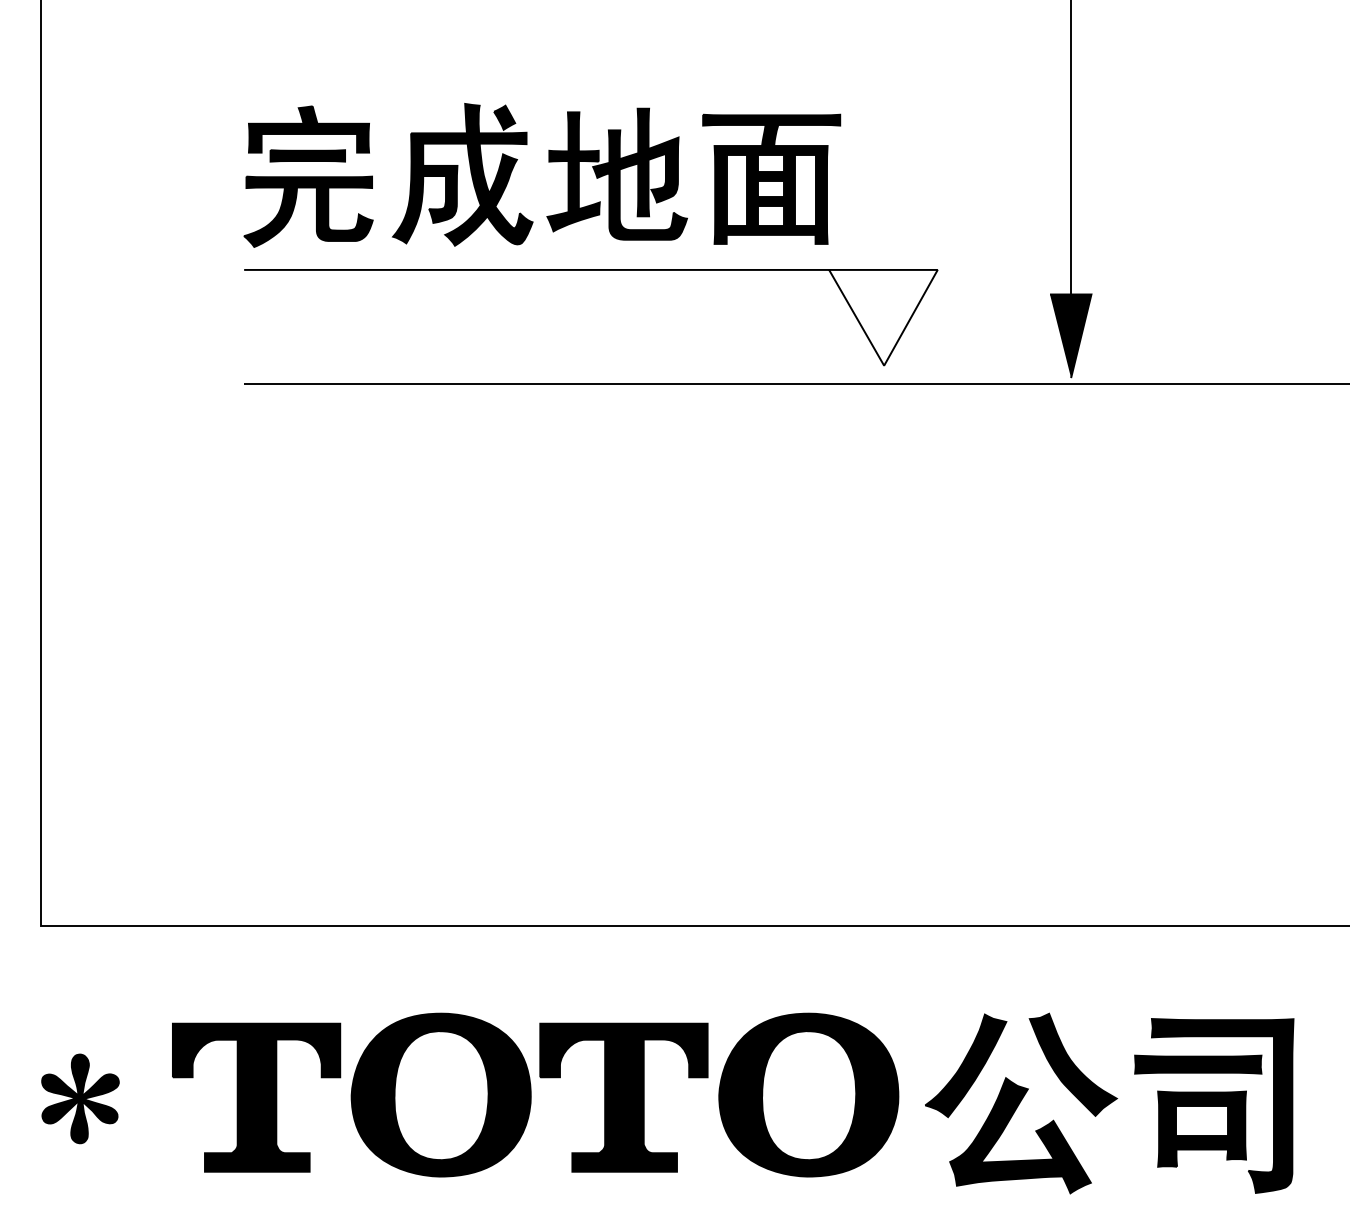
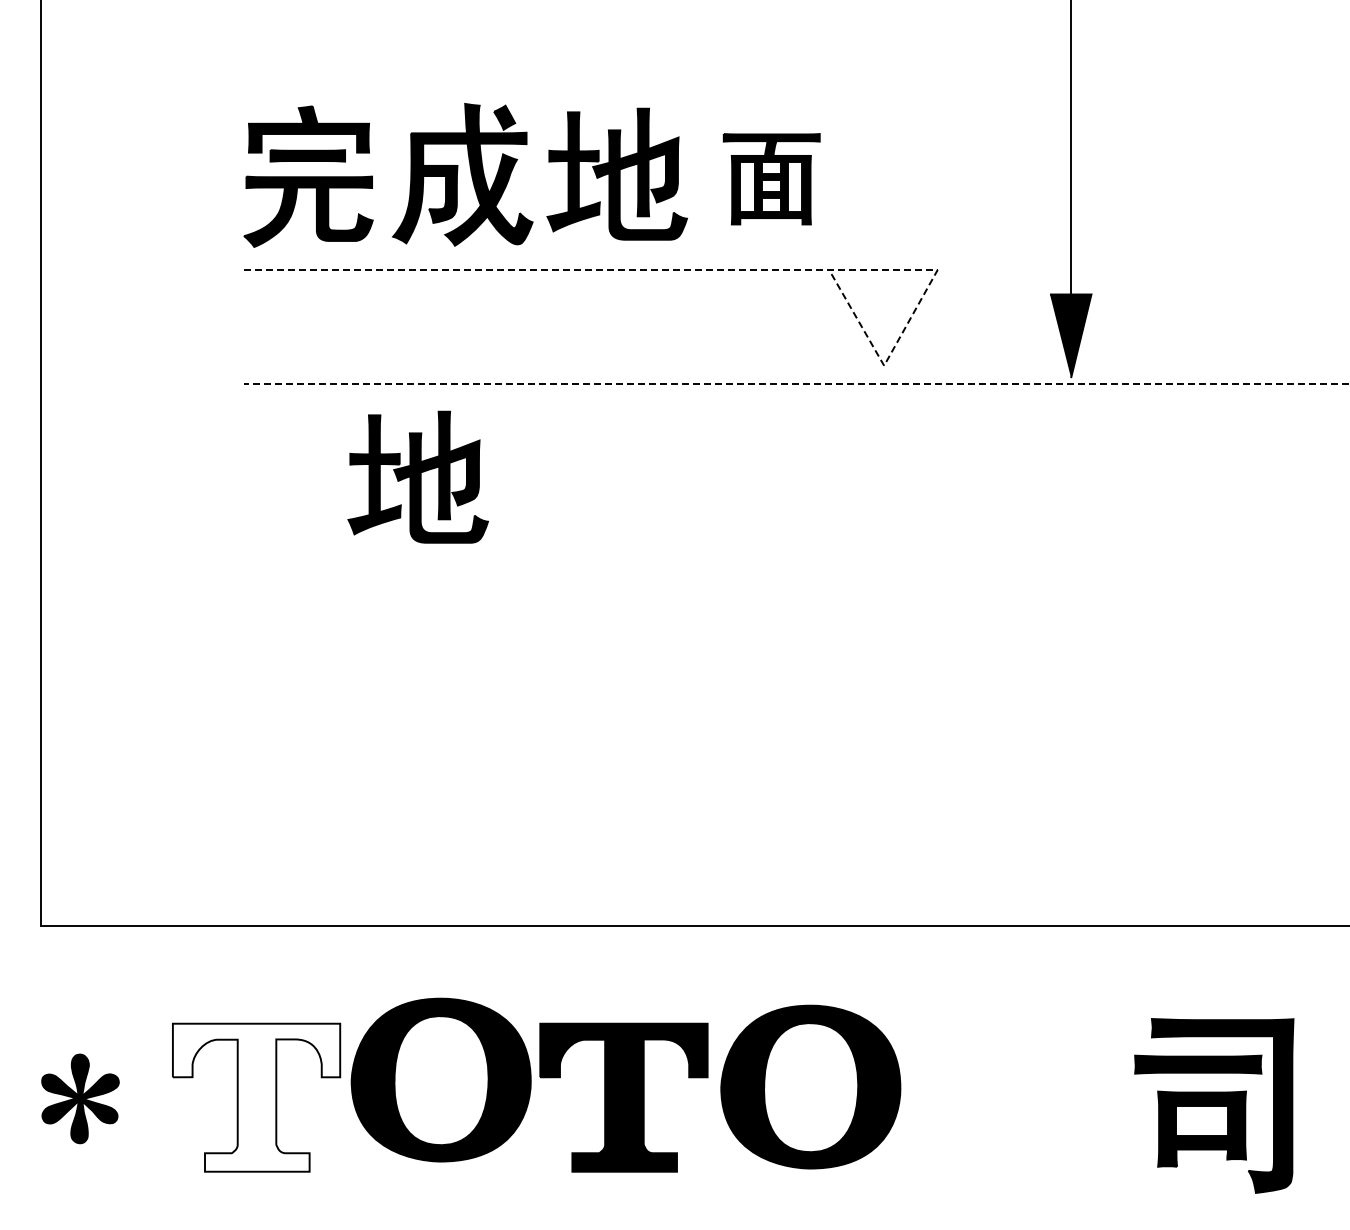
part at (771, 178) size: 140x132 px -> 99x93 px
line at (702, 269): solid -> dashed
line at (796, 383): solid -> dashed
part at (417, 476): none -> present
part at (440, 1094) position: (440, 1094) -> (440, 1079)
part at (808, 1094) position: (808, 1094) -> (810, 1086)
fill at (256, 1097): present -> none
part at (1021, 1103): present -> none
